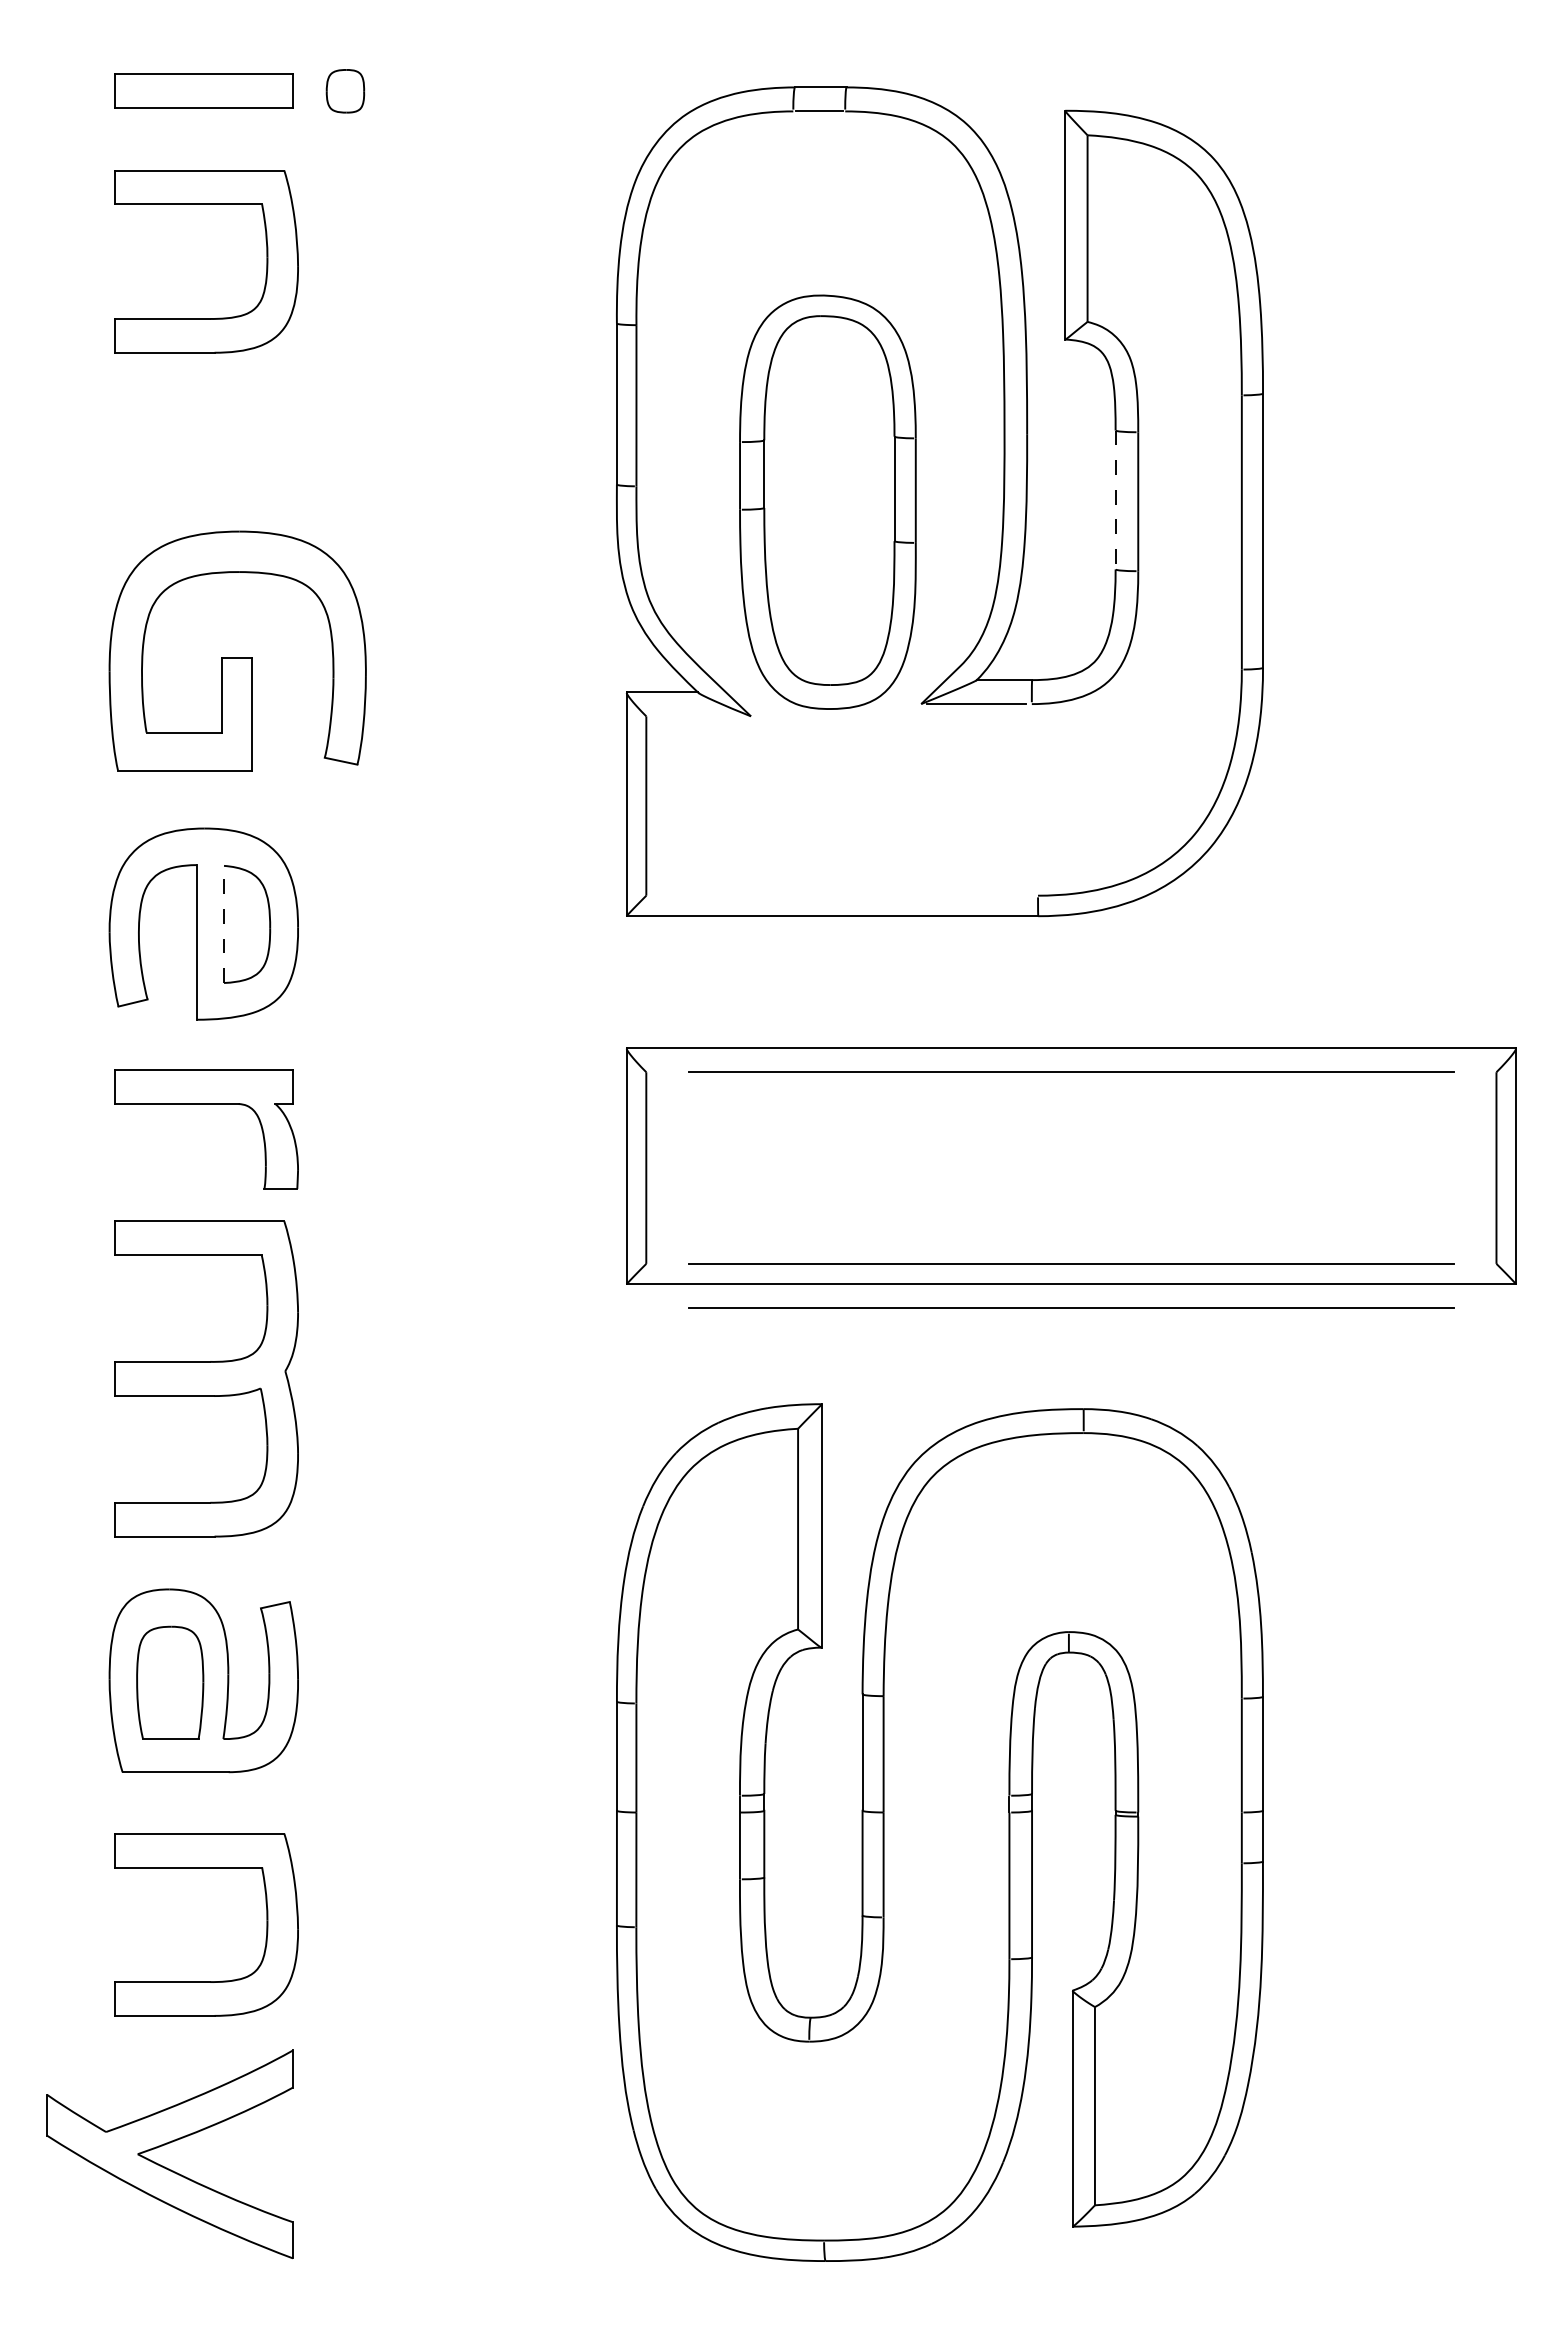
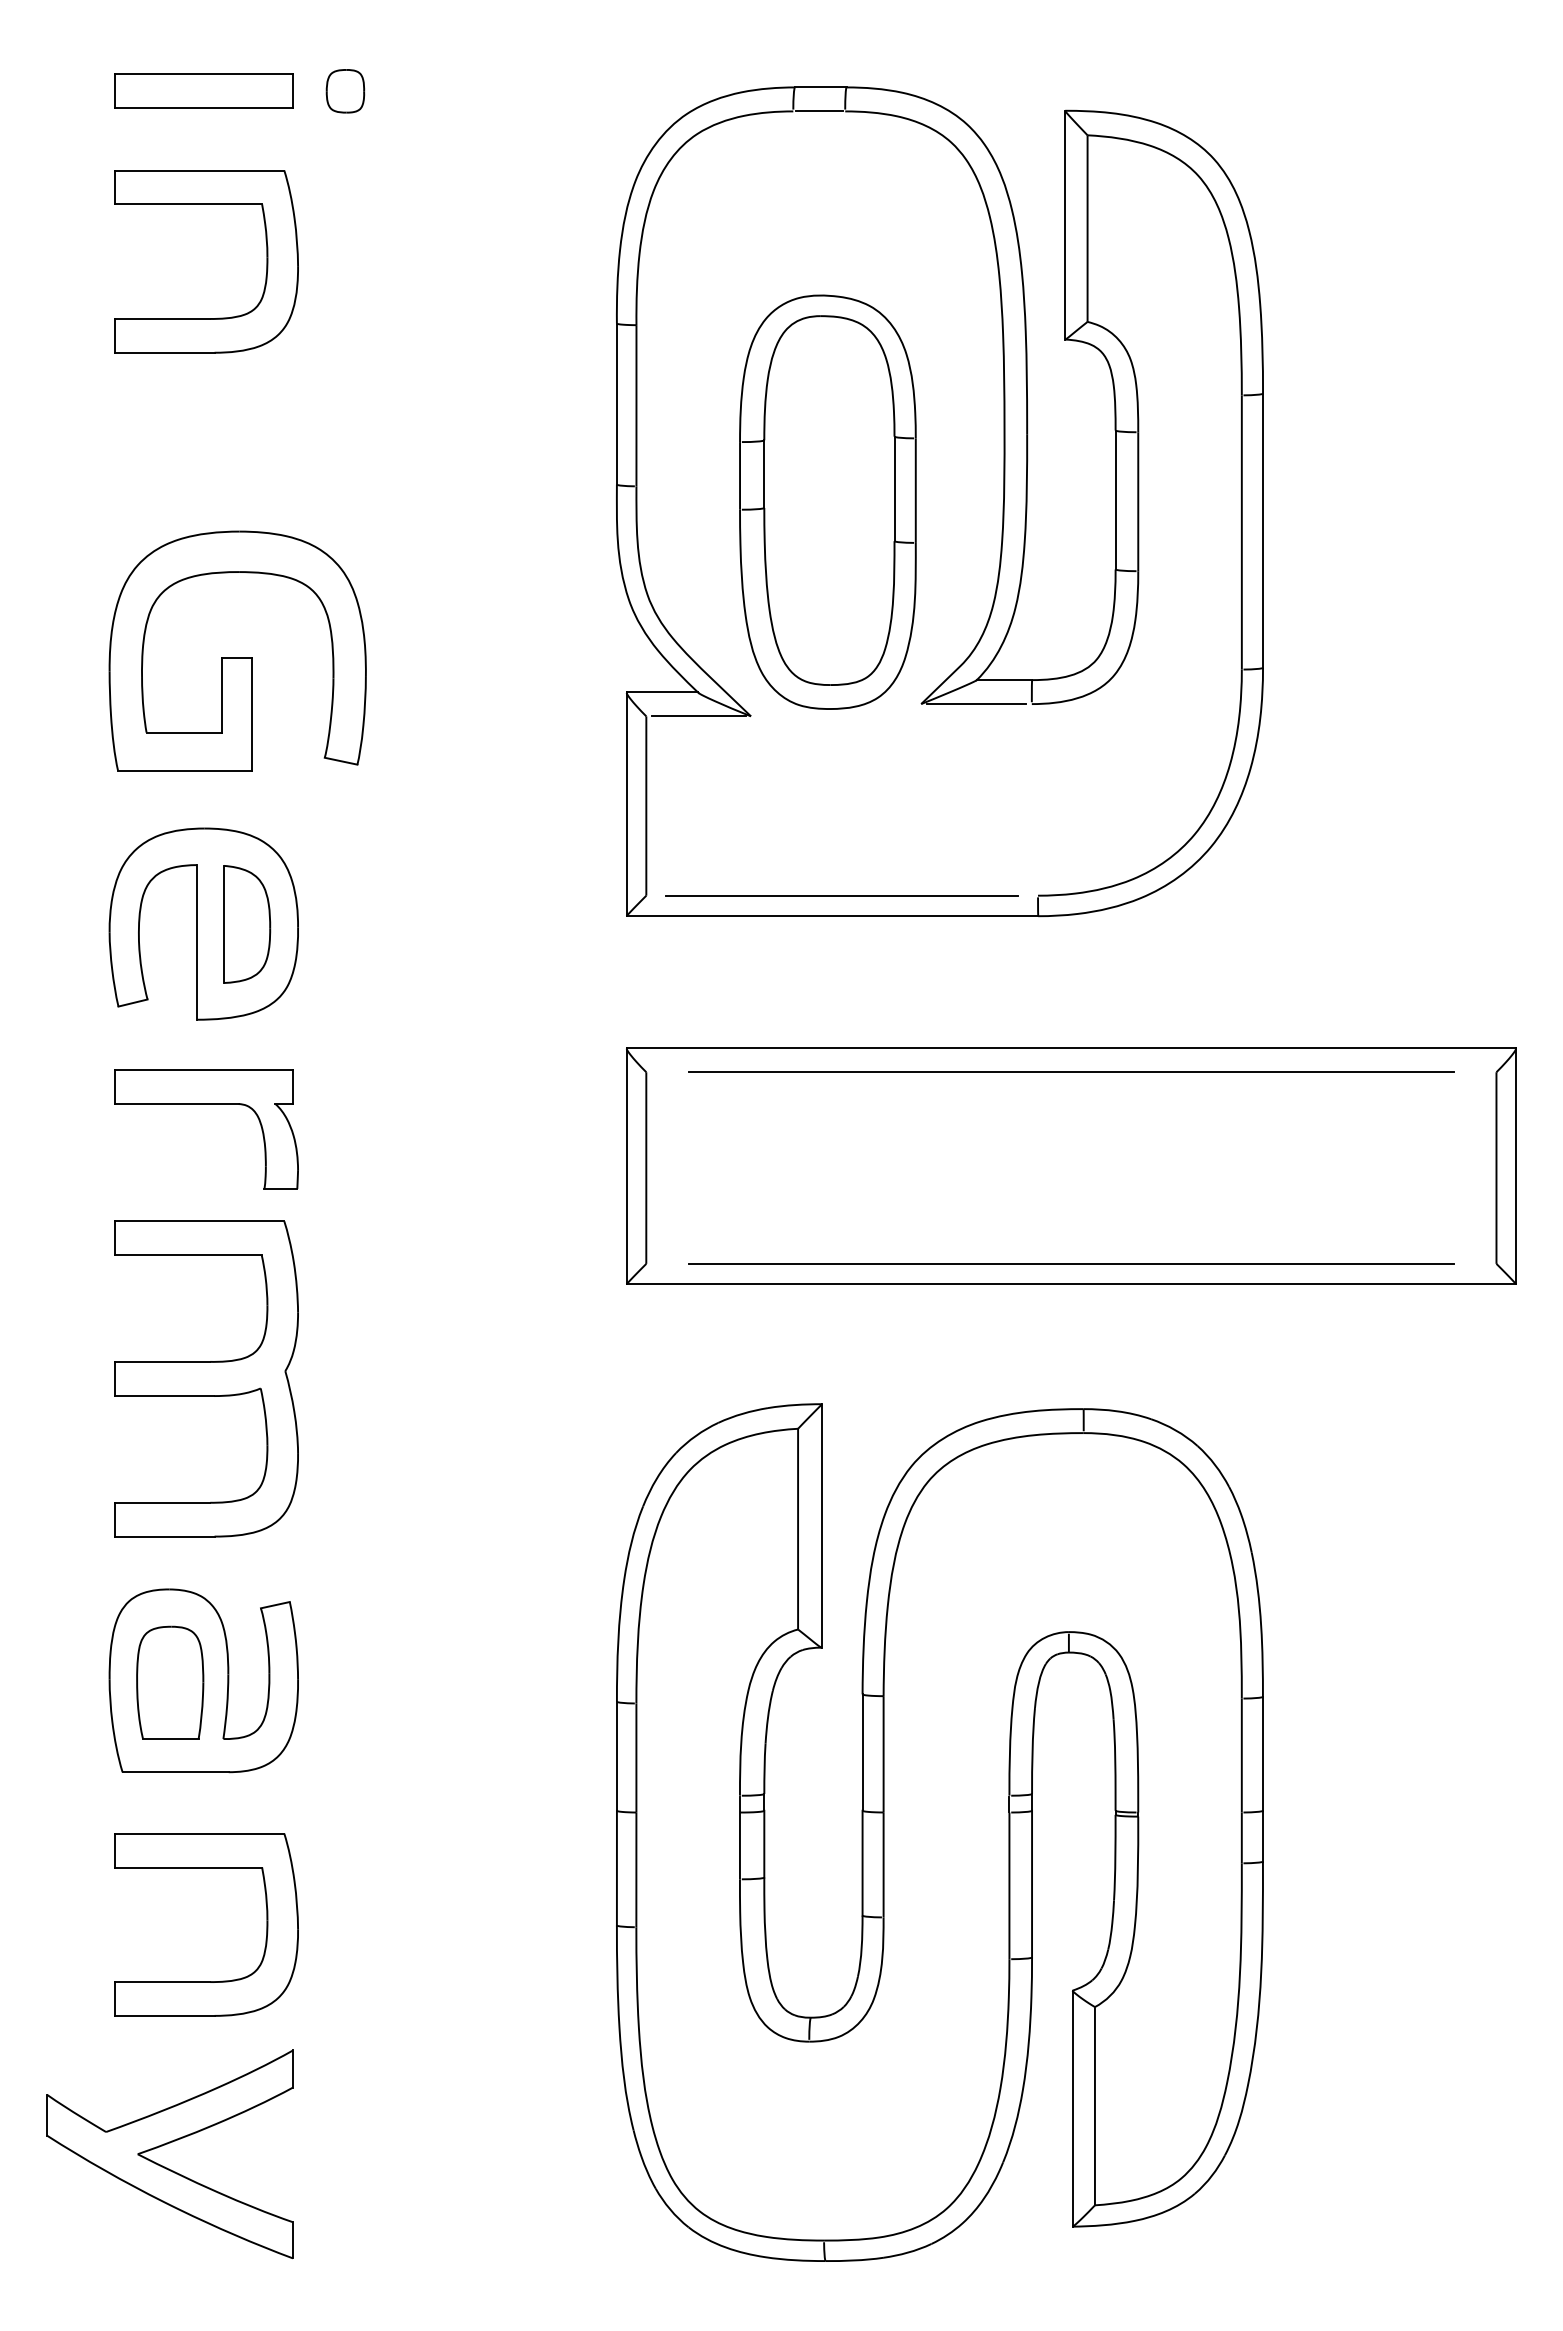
line at (1115, 500): dashed -> solid
line at (698, 716): none -> present
line at (841, 895): none -> present
line at (224, 924): dashed -> solid
line at (1071, 1307): present -> none
